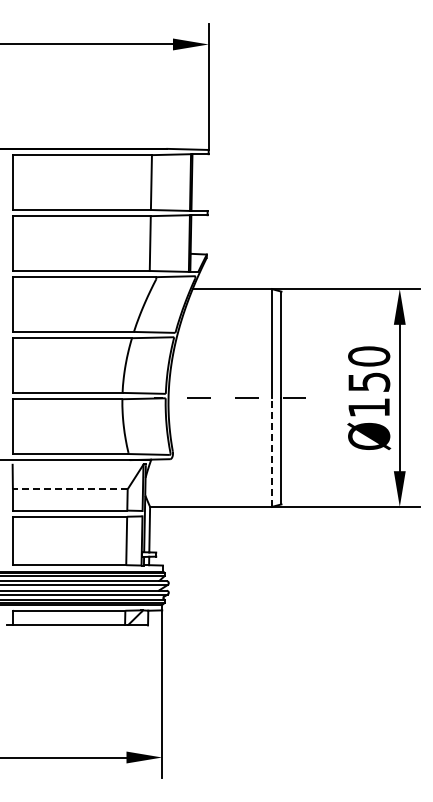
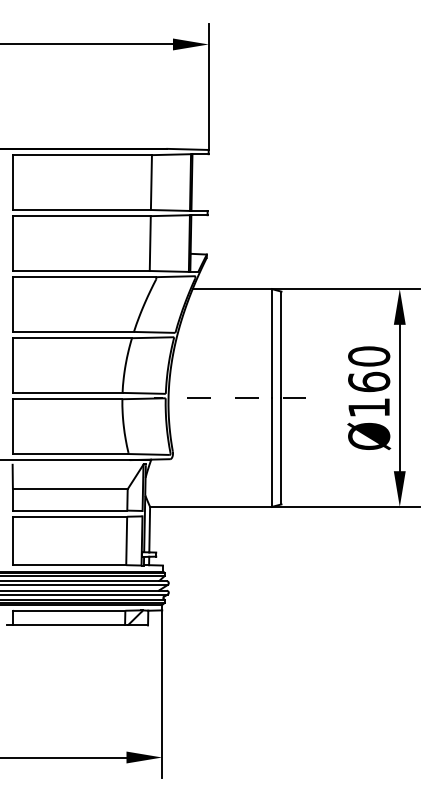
text at (369, 381): Ø150 -> Ø160
line at (271, 451): dashed -> solid
line at (69, 489): dashed -> solid
